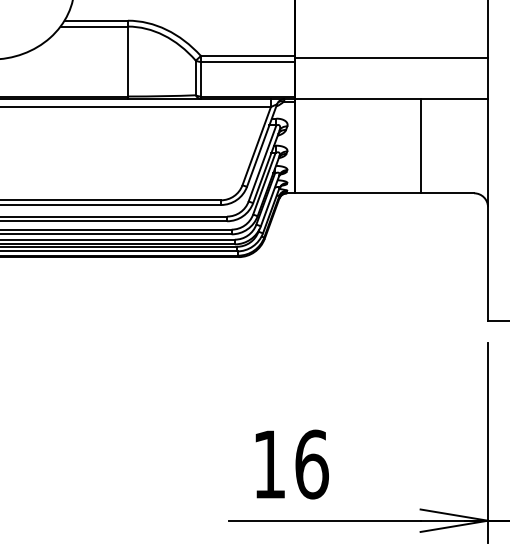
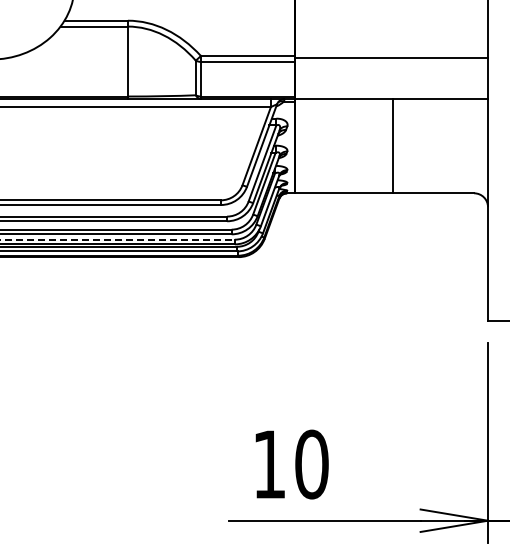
line at (421, 145) position: (421, 145) -> (393, 145)
line at (117, 239): solid -> dashed
text at (311, 464): 16 -> 10
